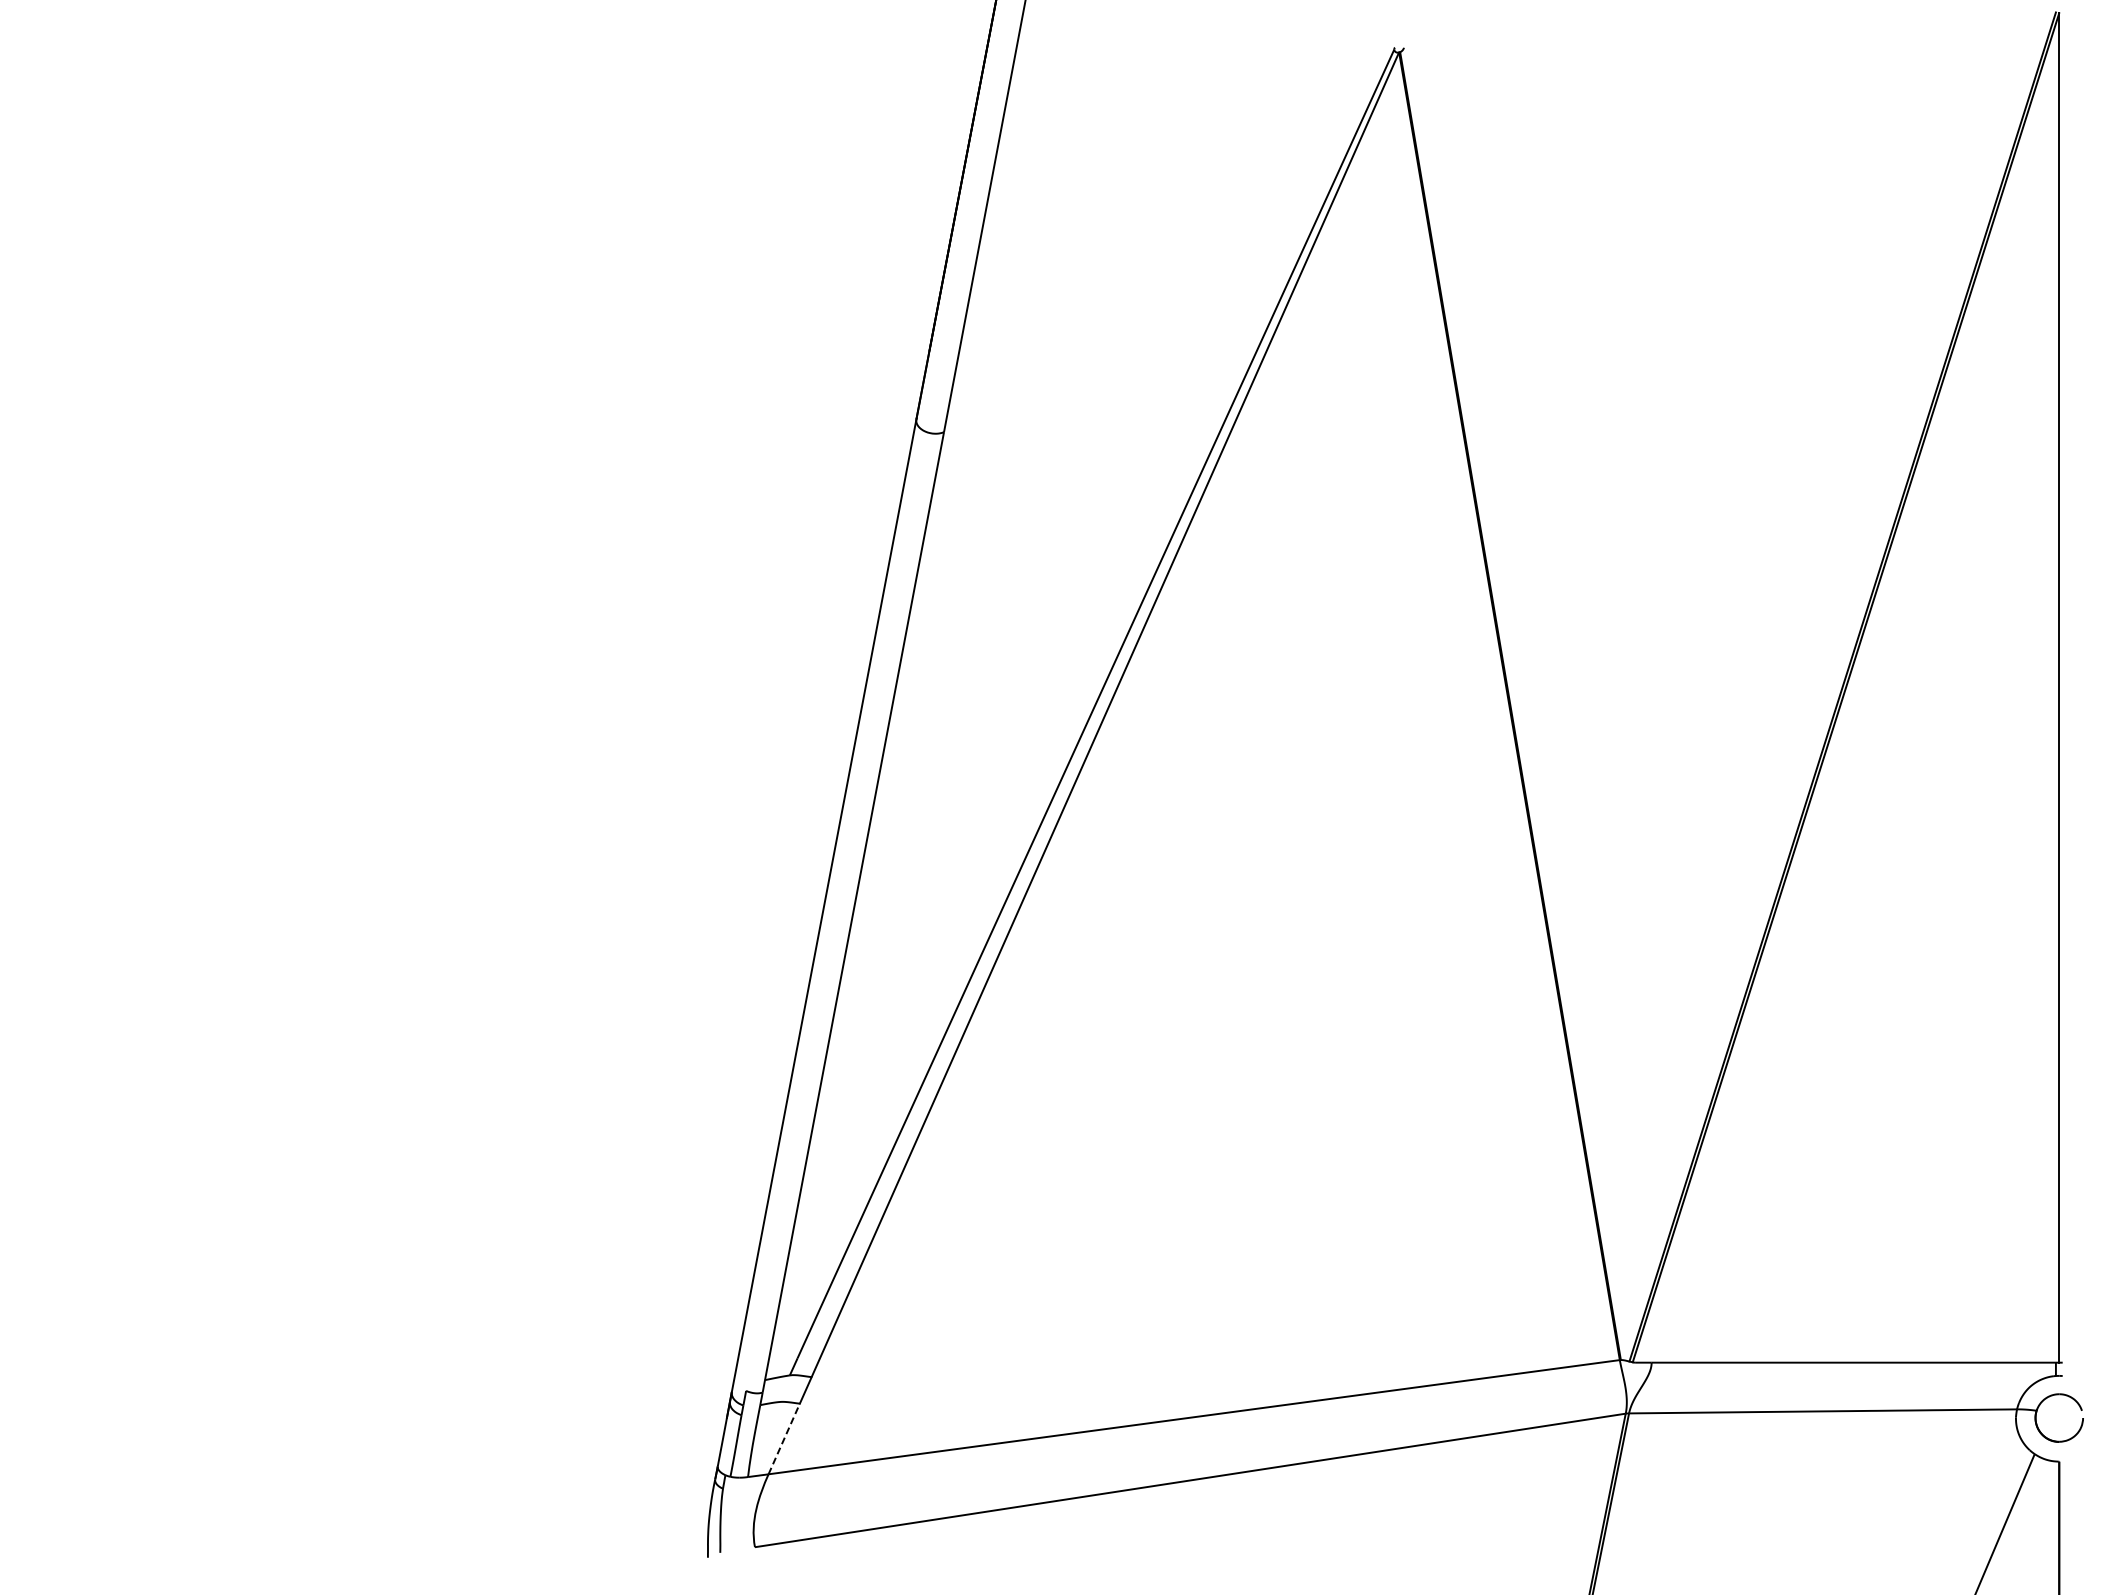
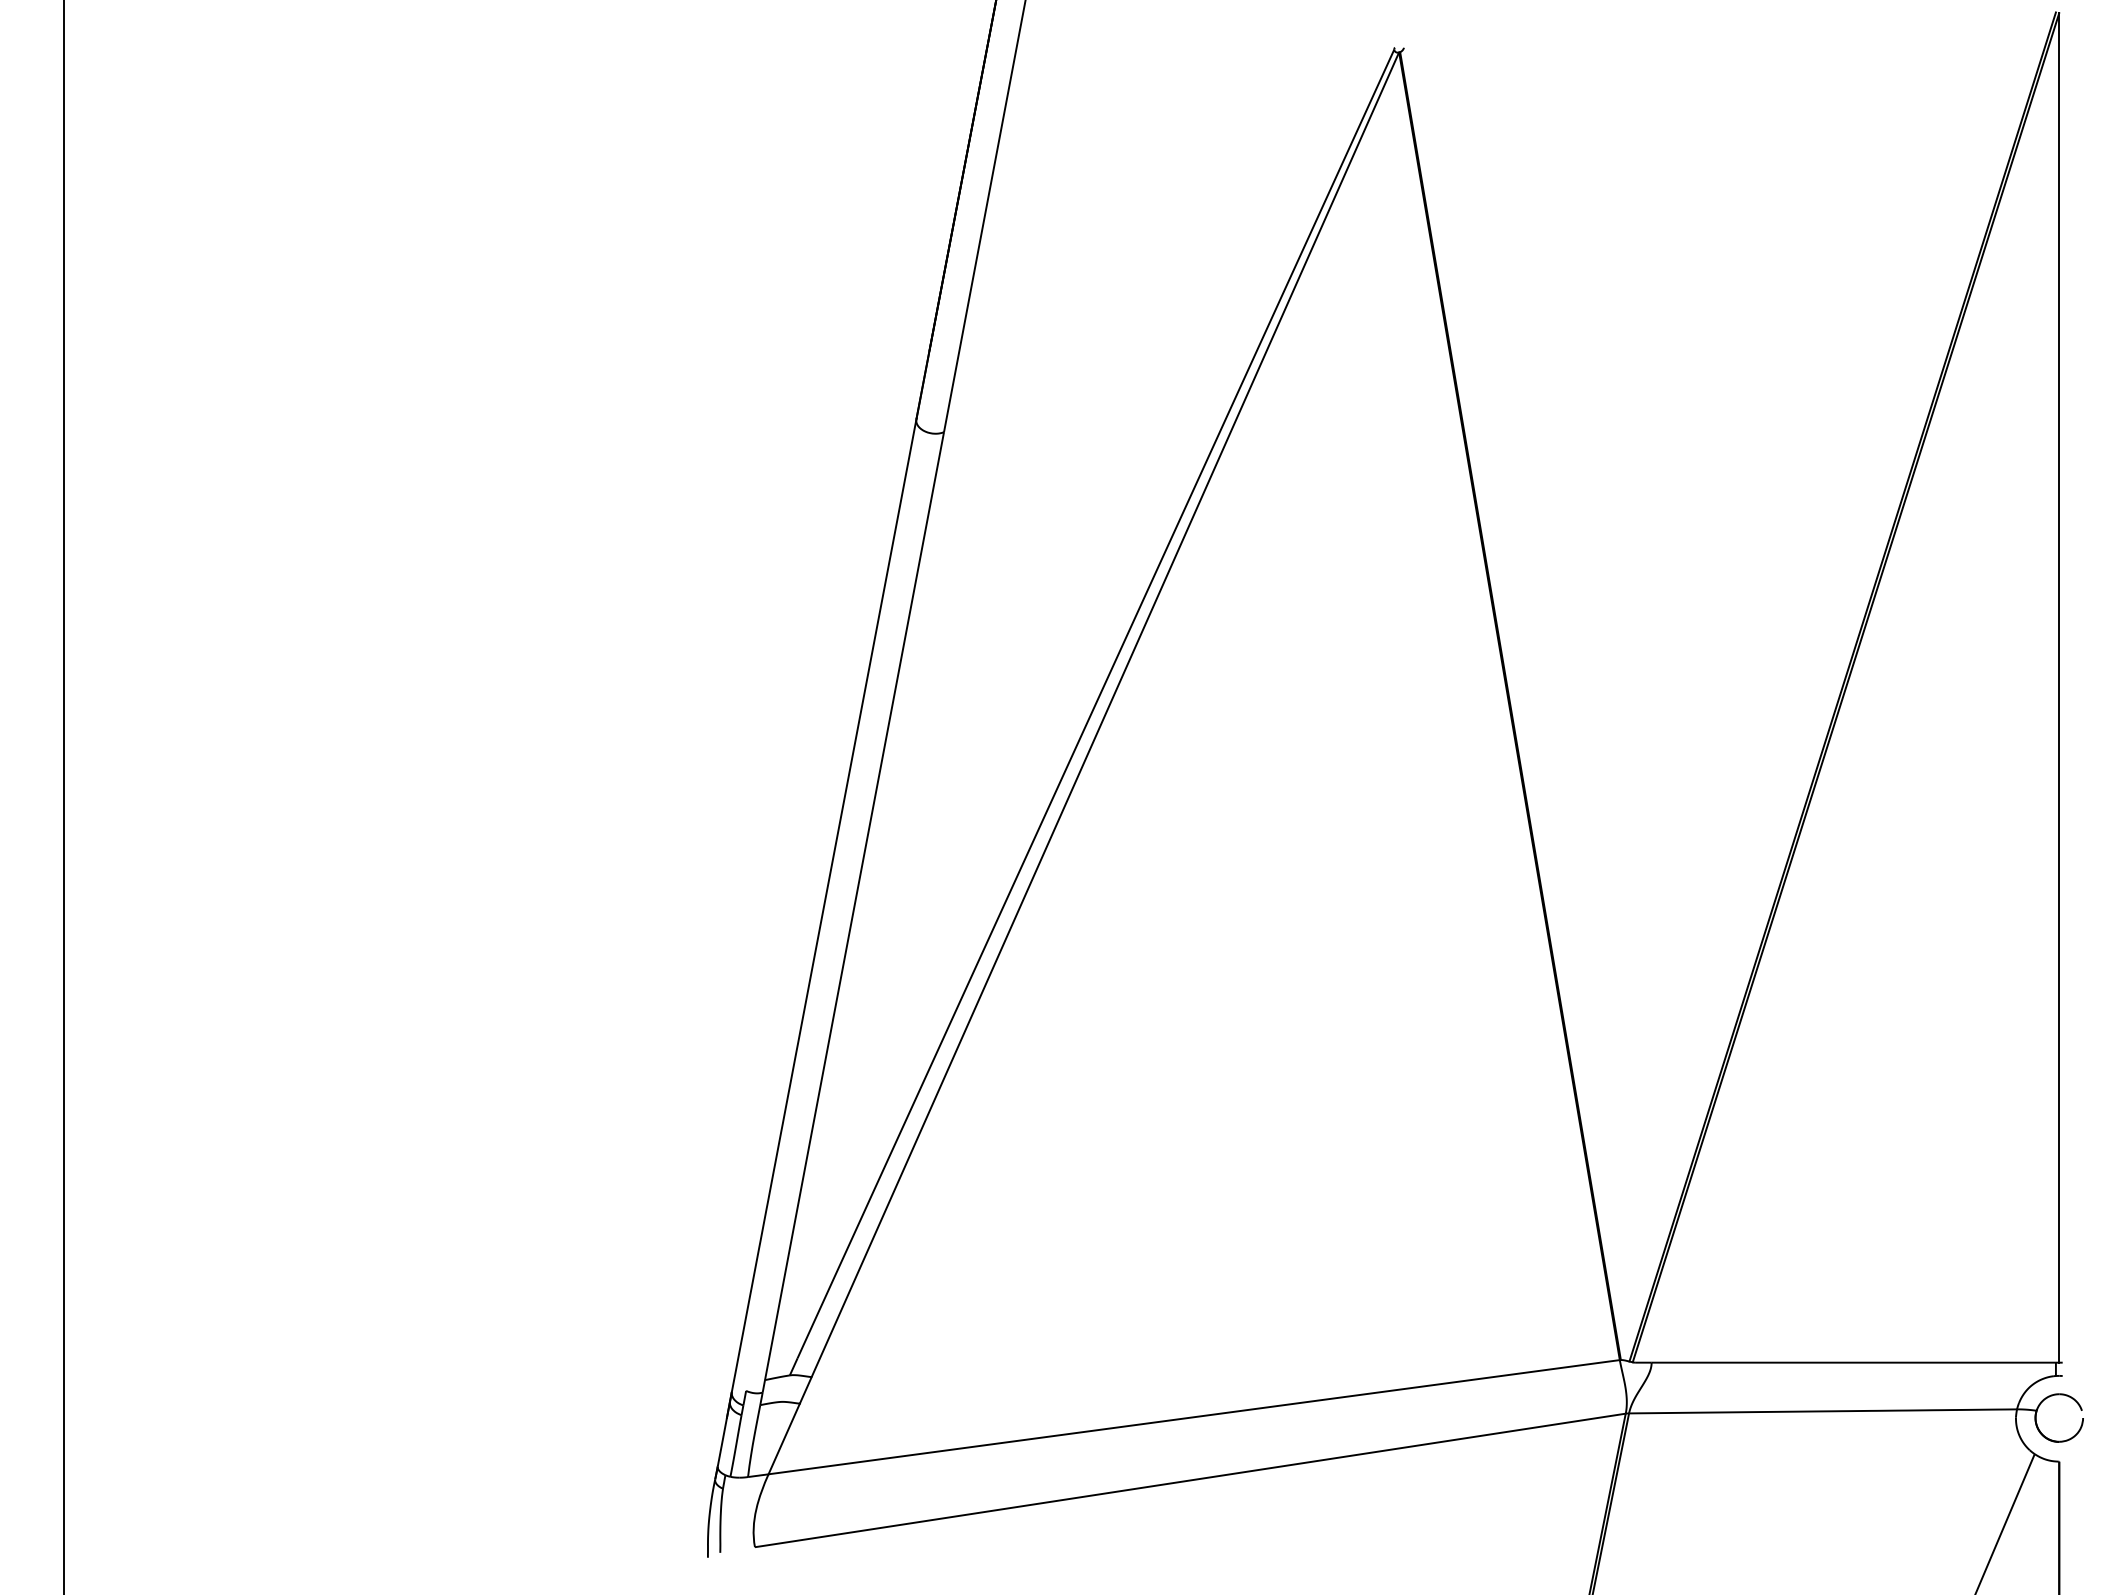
line at (63, 796): none -> present
line at (784, 1438): dashed -> solid
